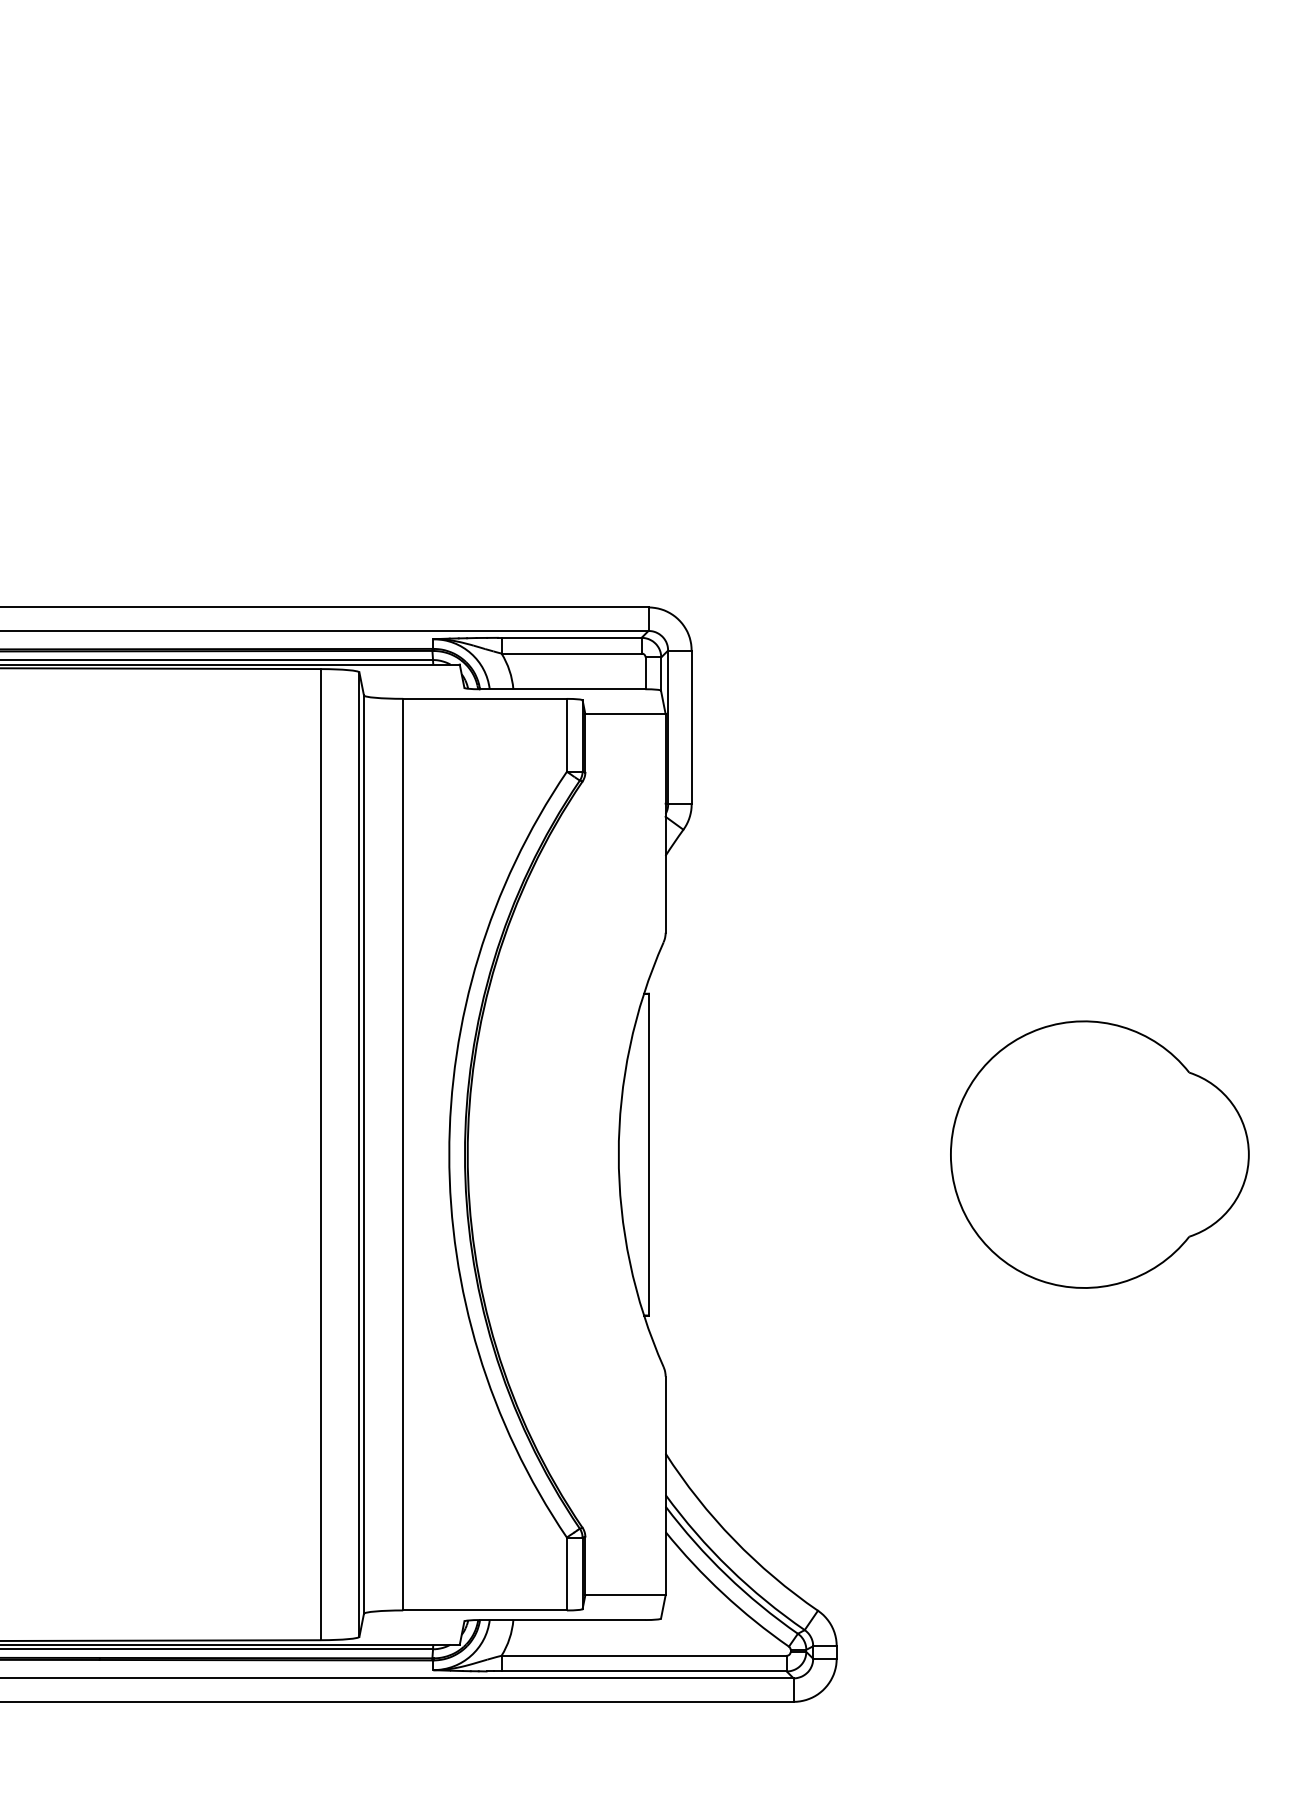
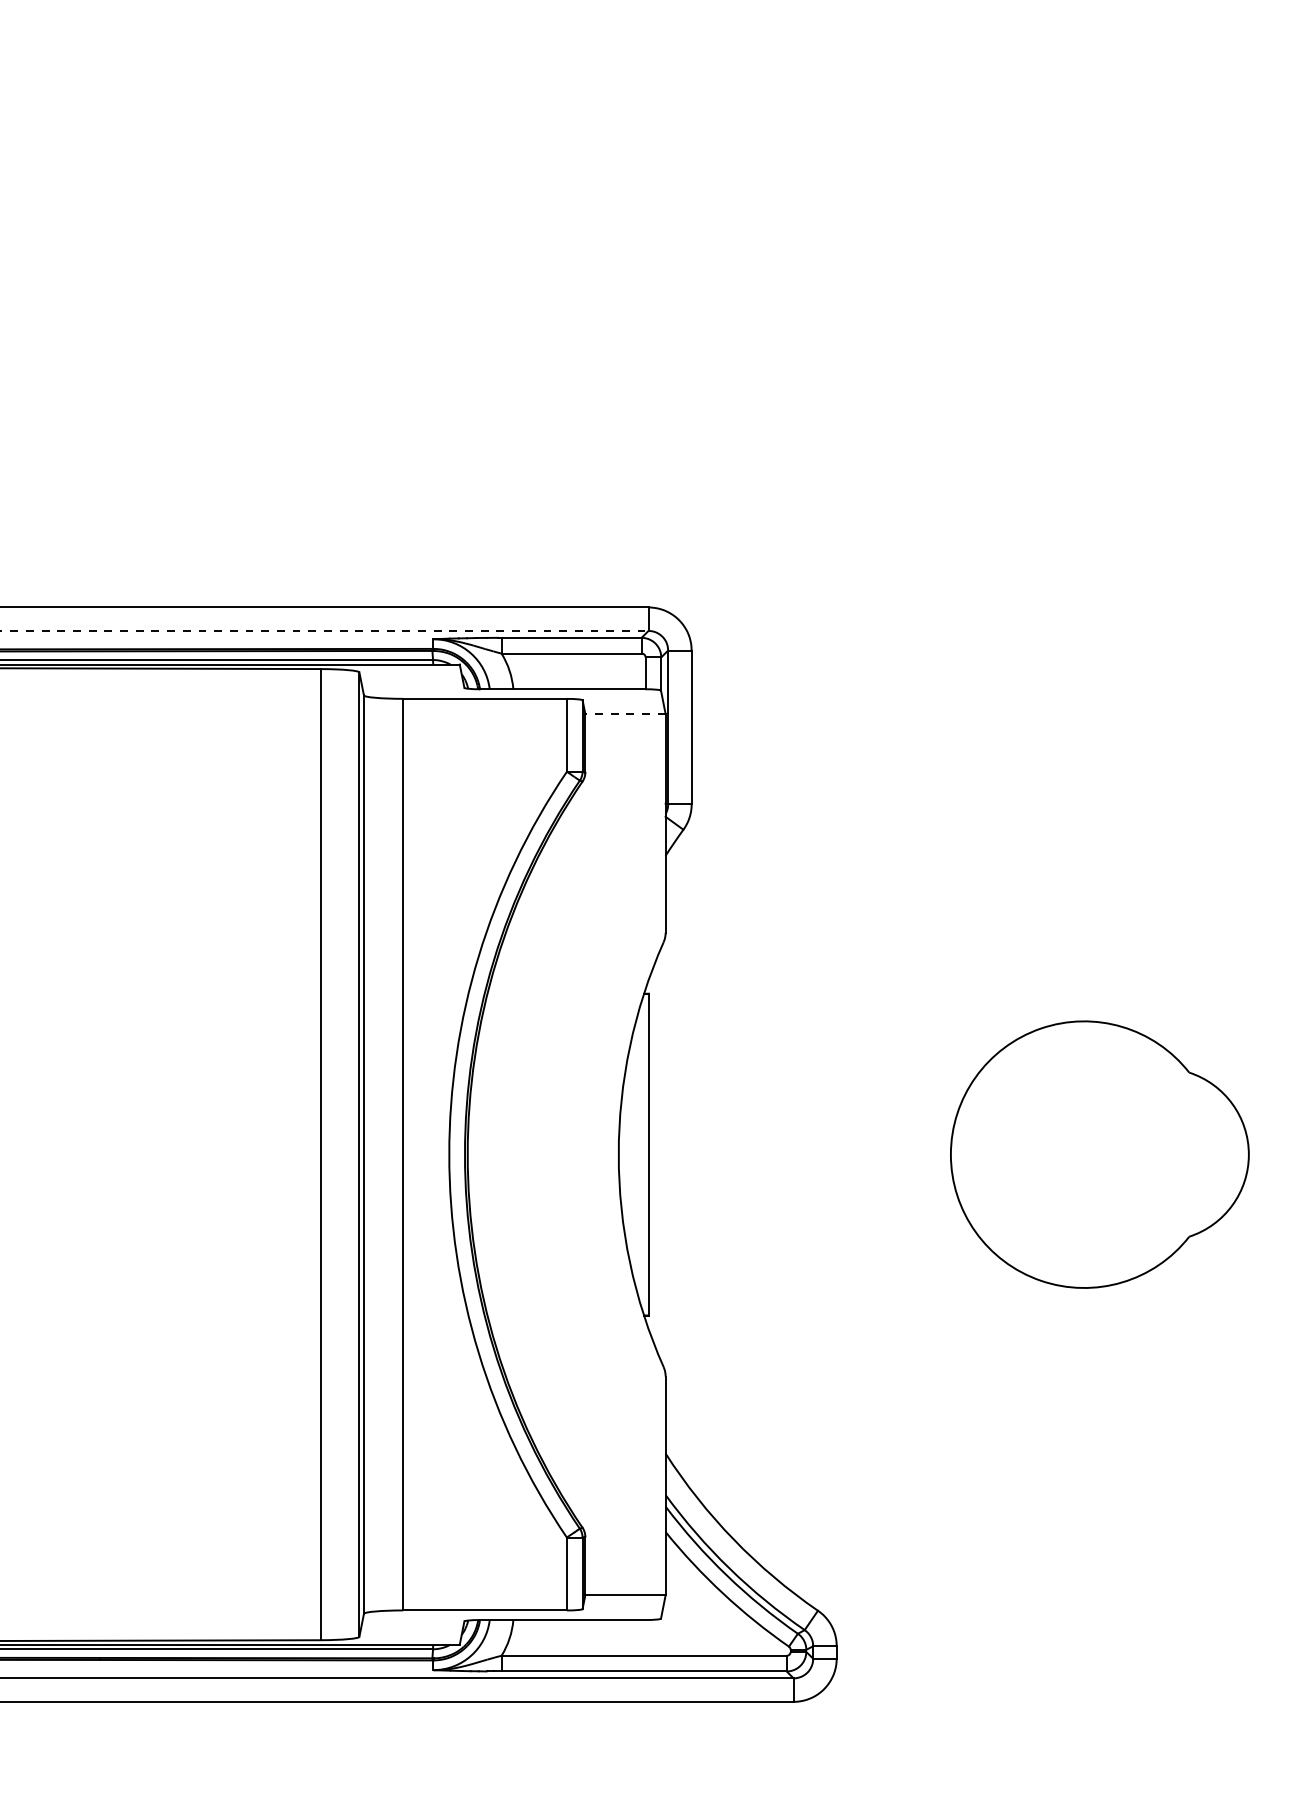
line at (324, 630): solid -> dashed
line at (624, 714): solid -> dashed
